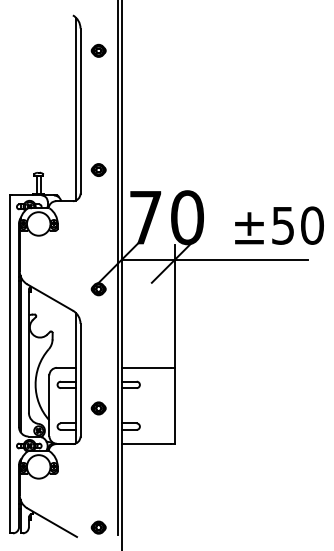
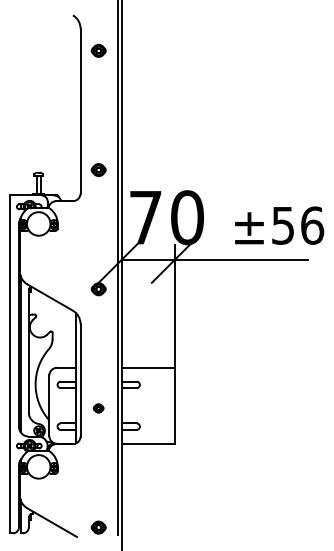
line at (75, 108): present -> none
text at (312, 225): ±50 -> ±56
part at (98, 408) size: 17x15 px -> 13x11 px
